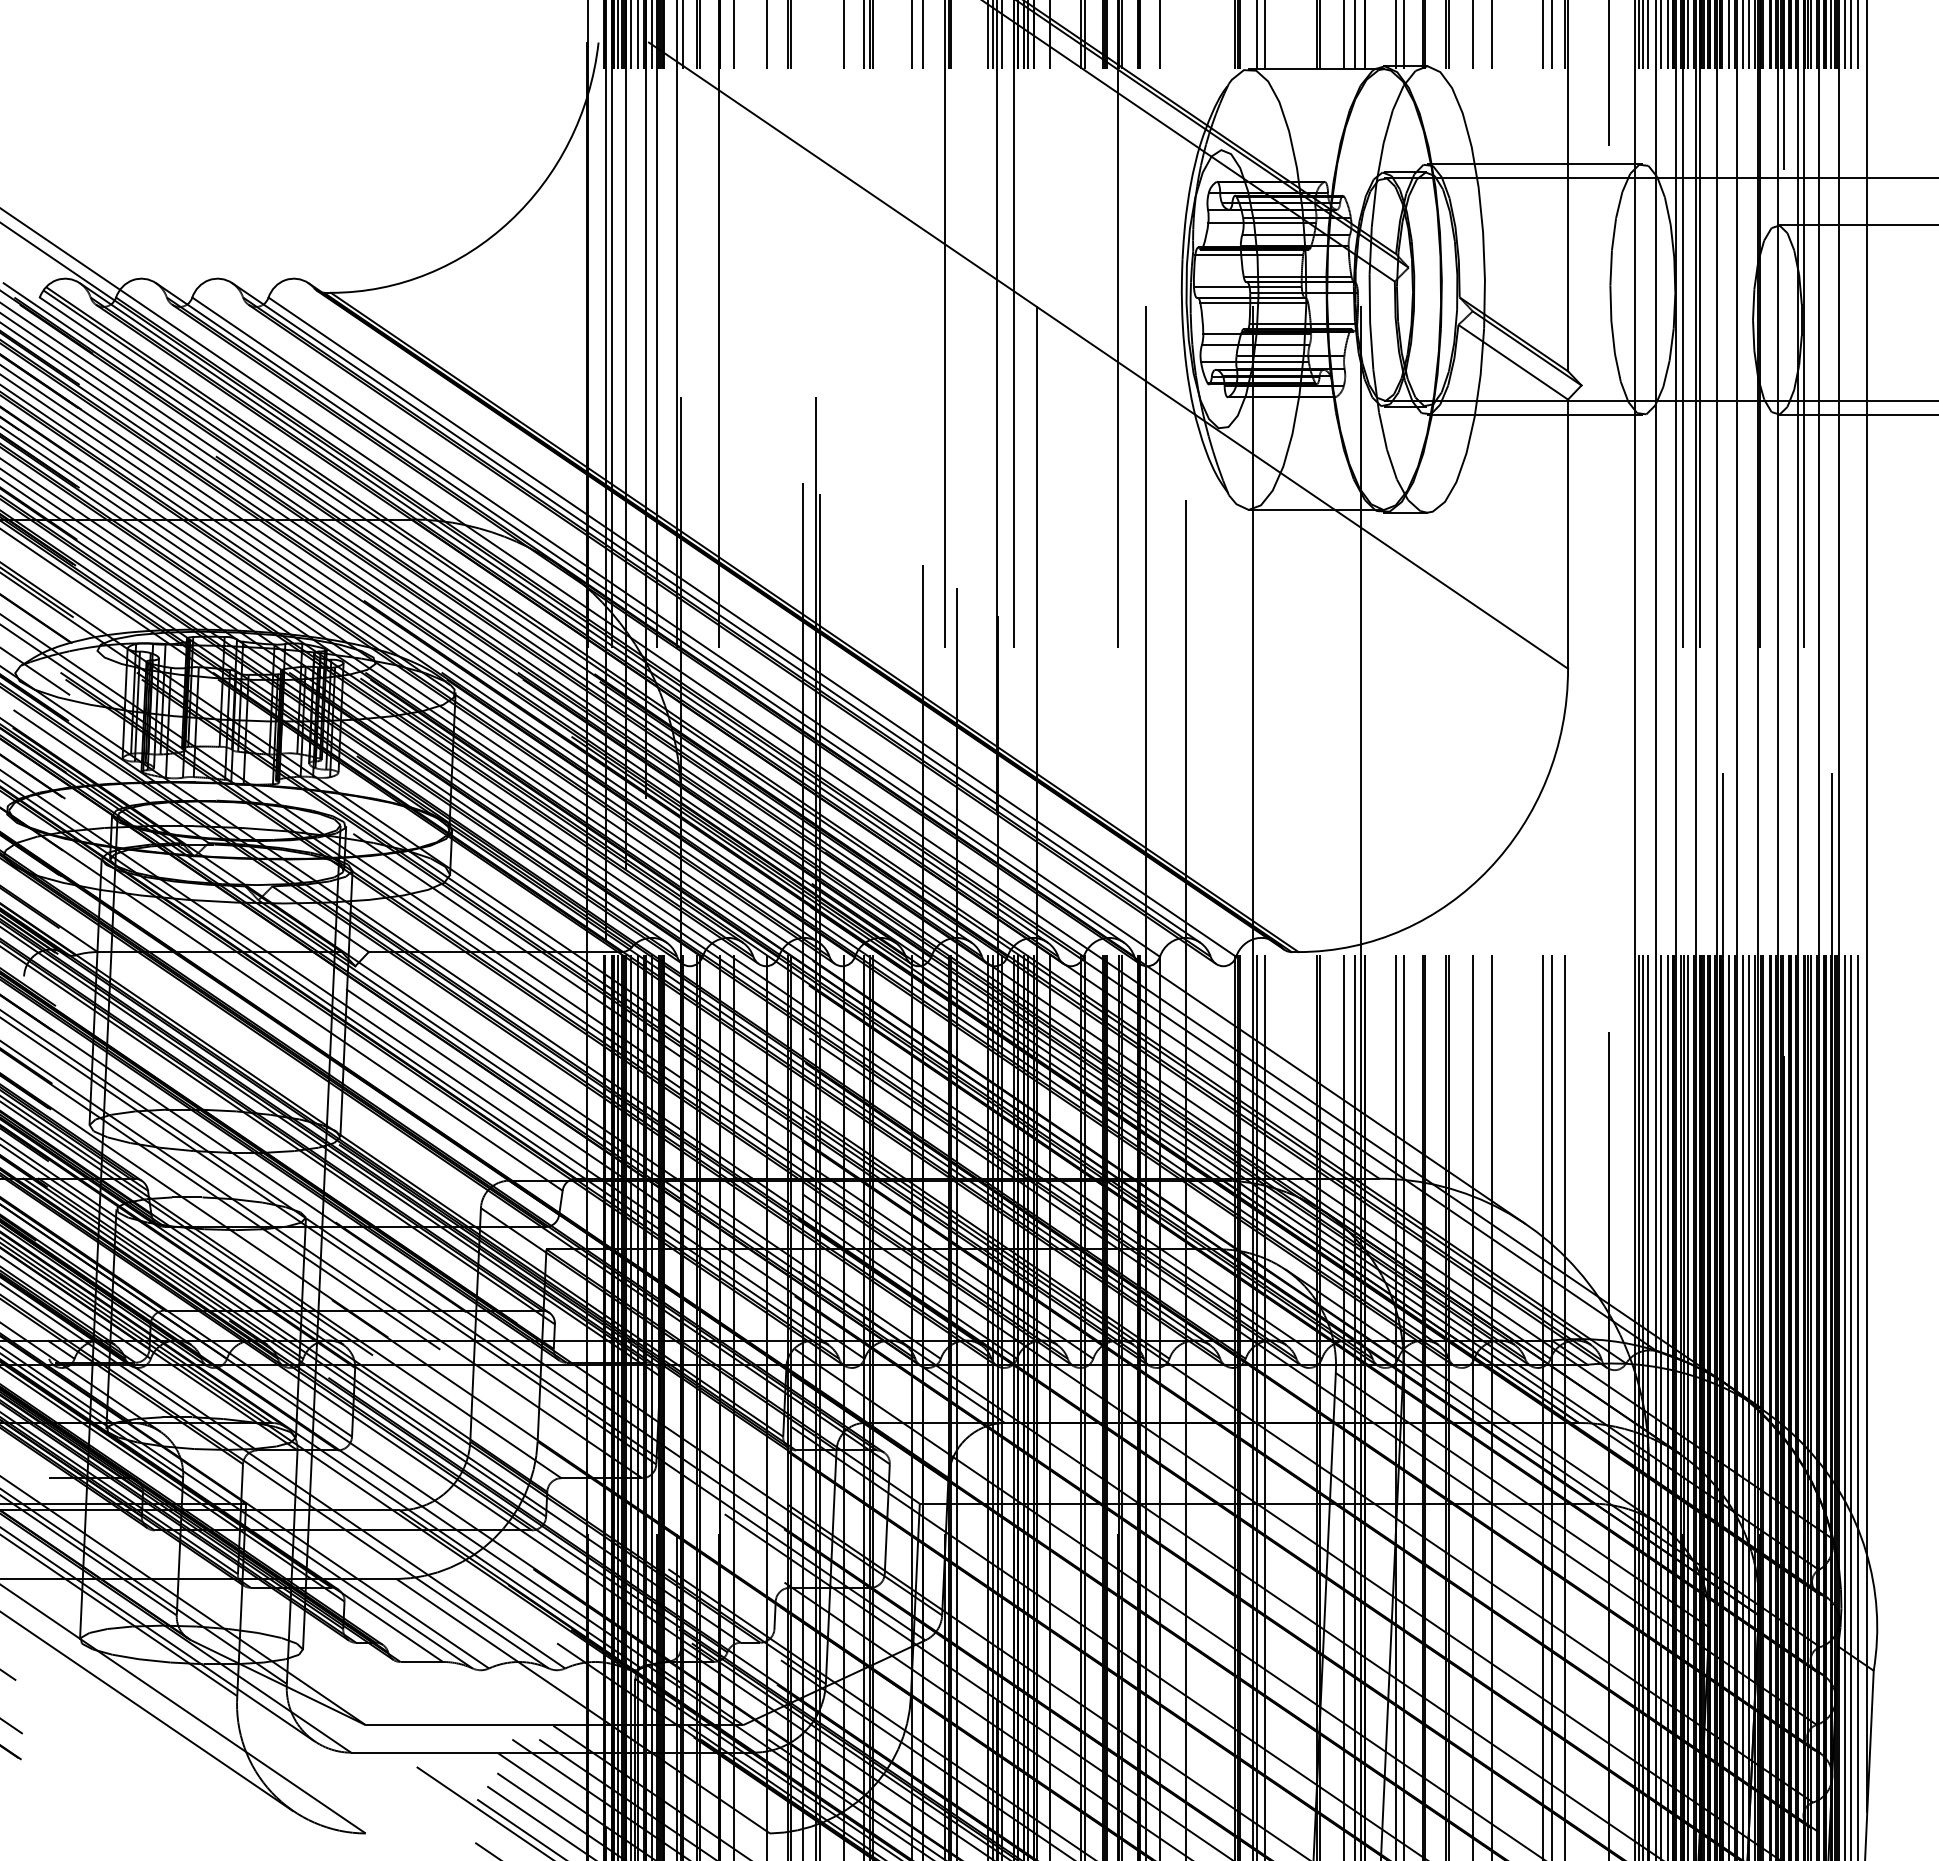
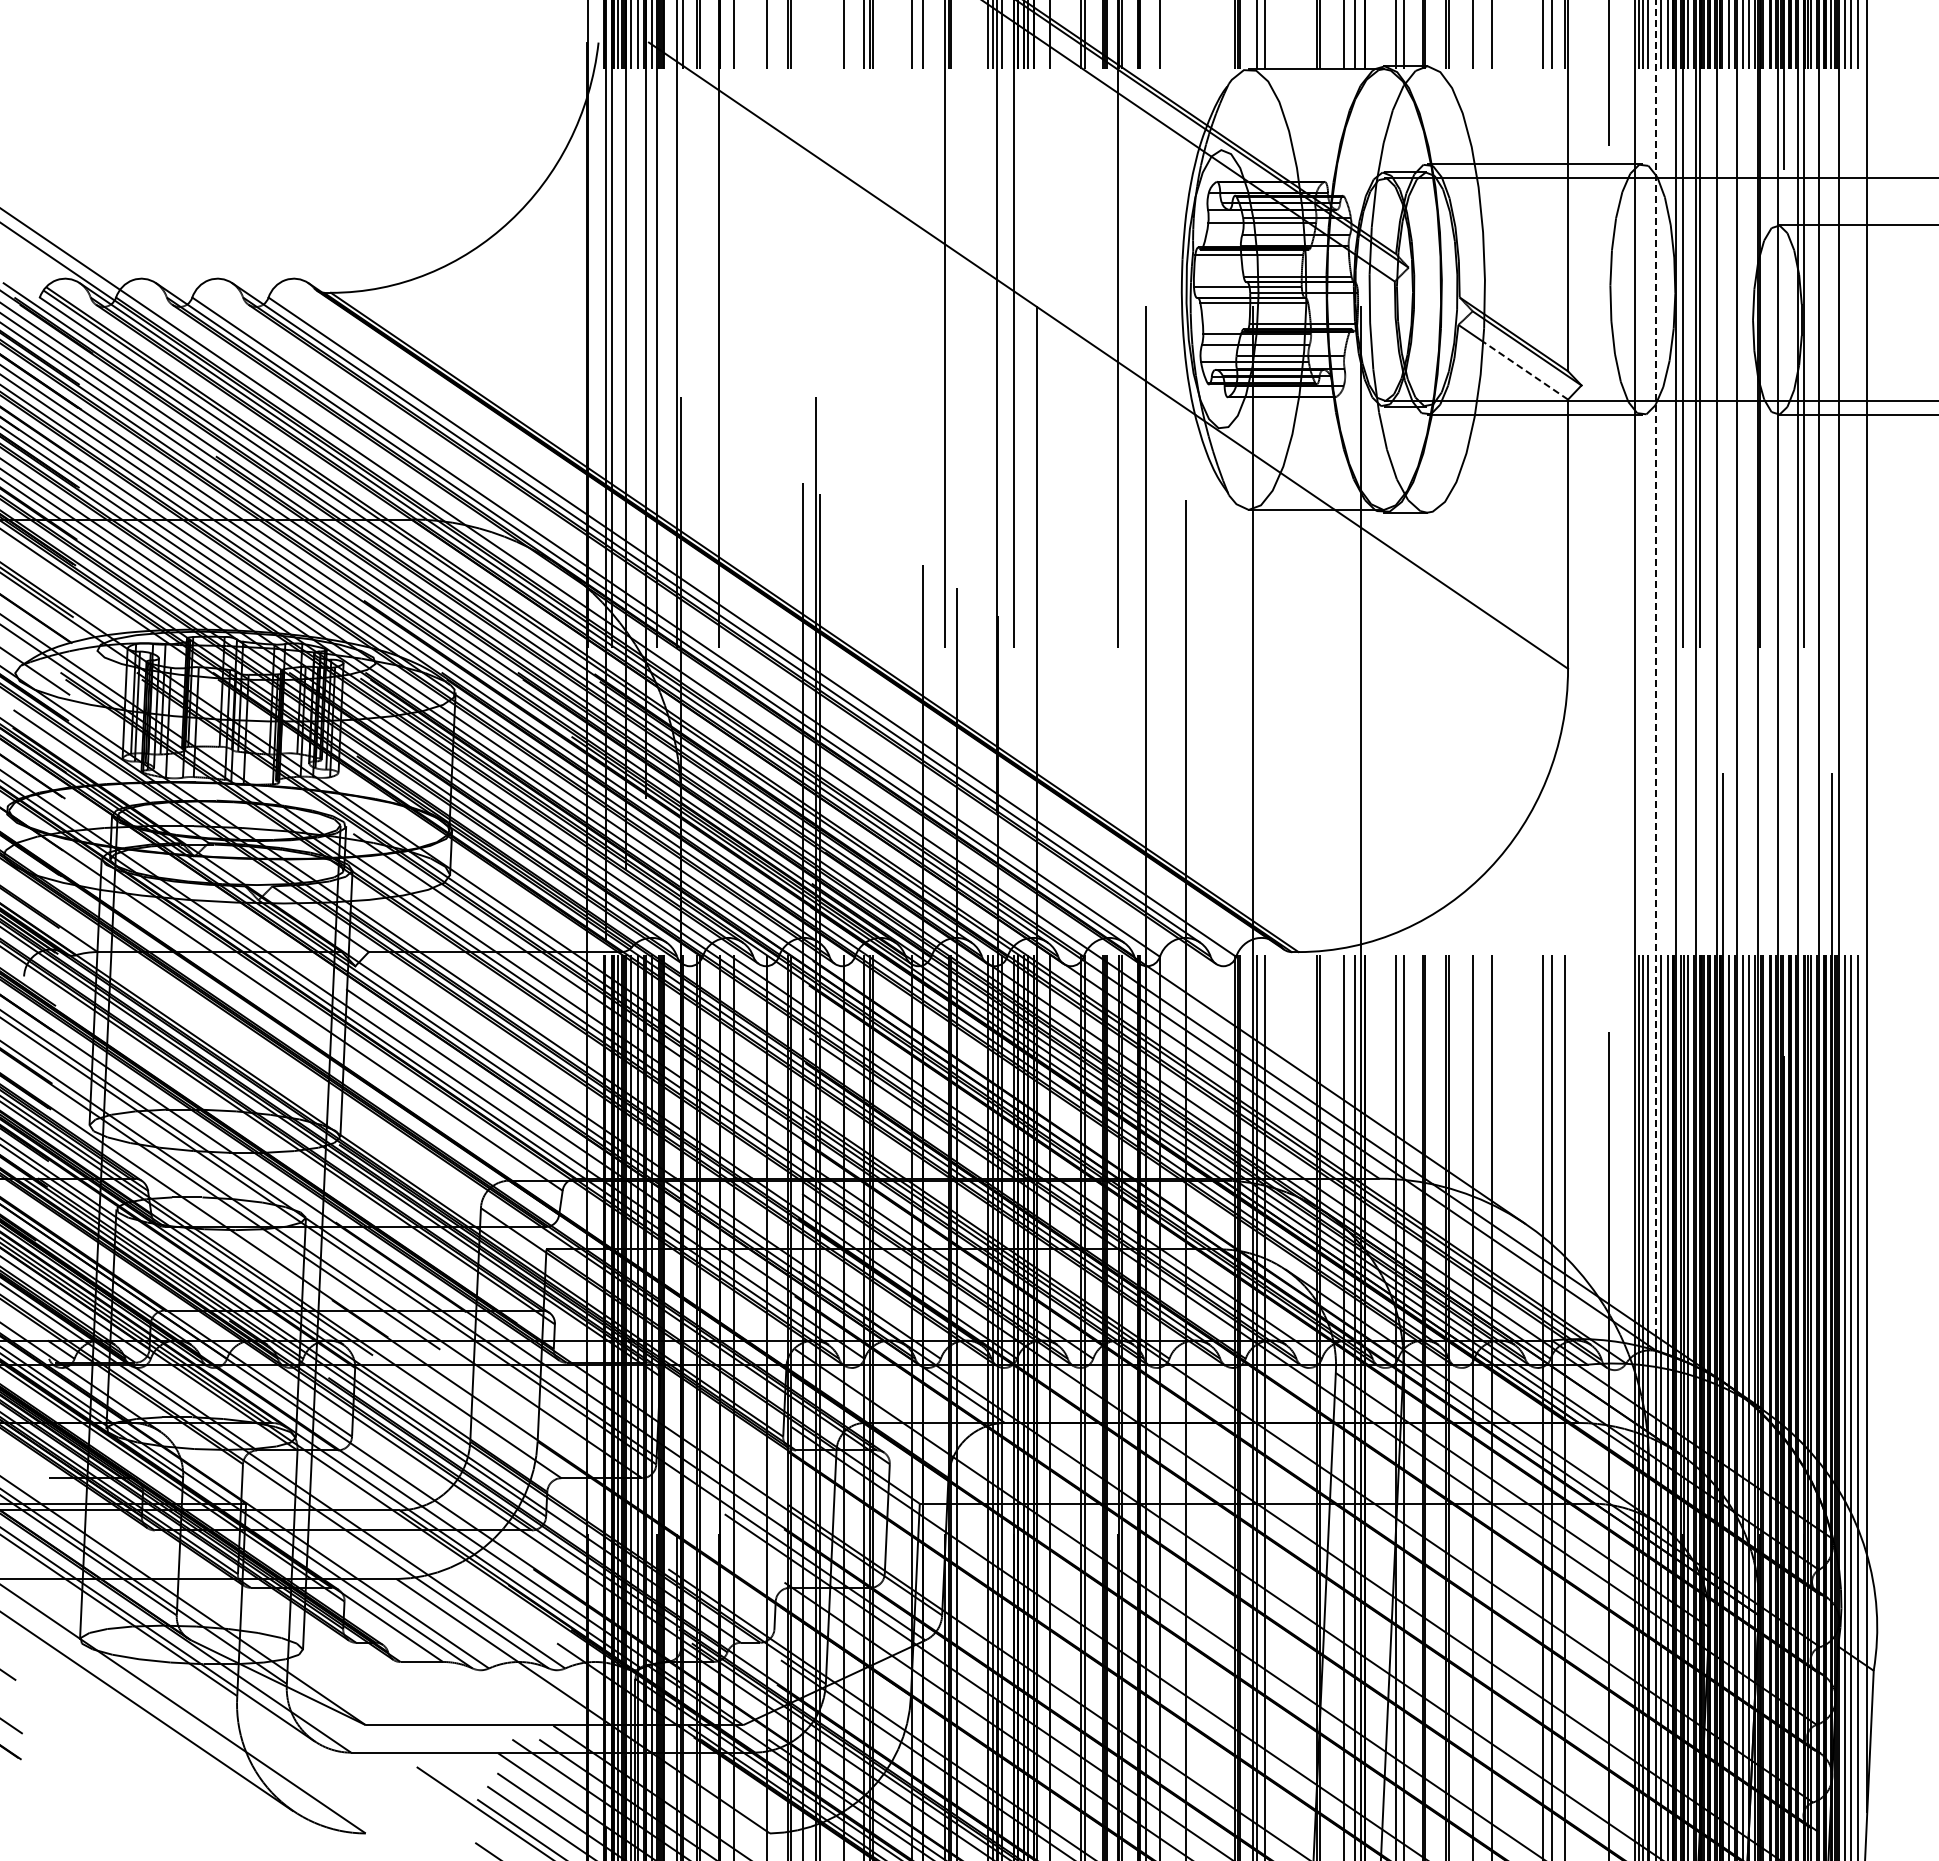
line at (1525, 370): solid -> dashed
line at (1655, 667): solid -> dashed
